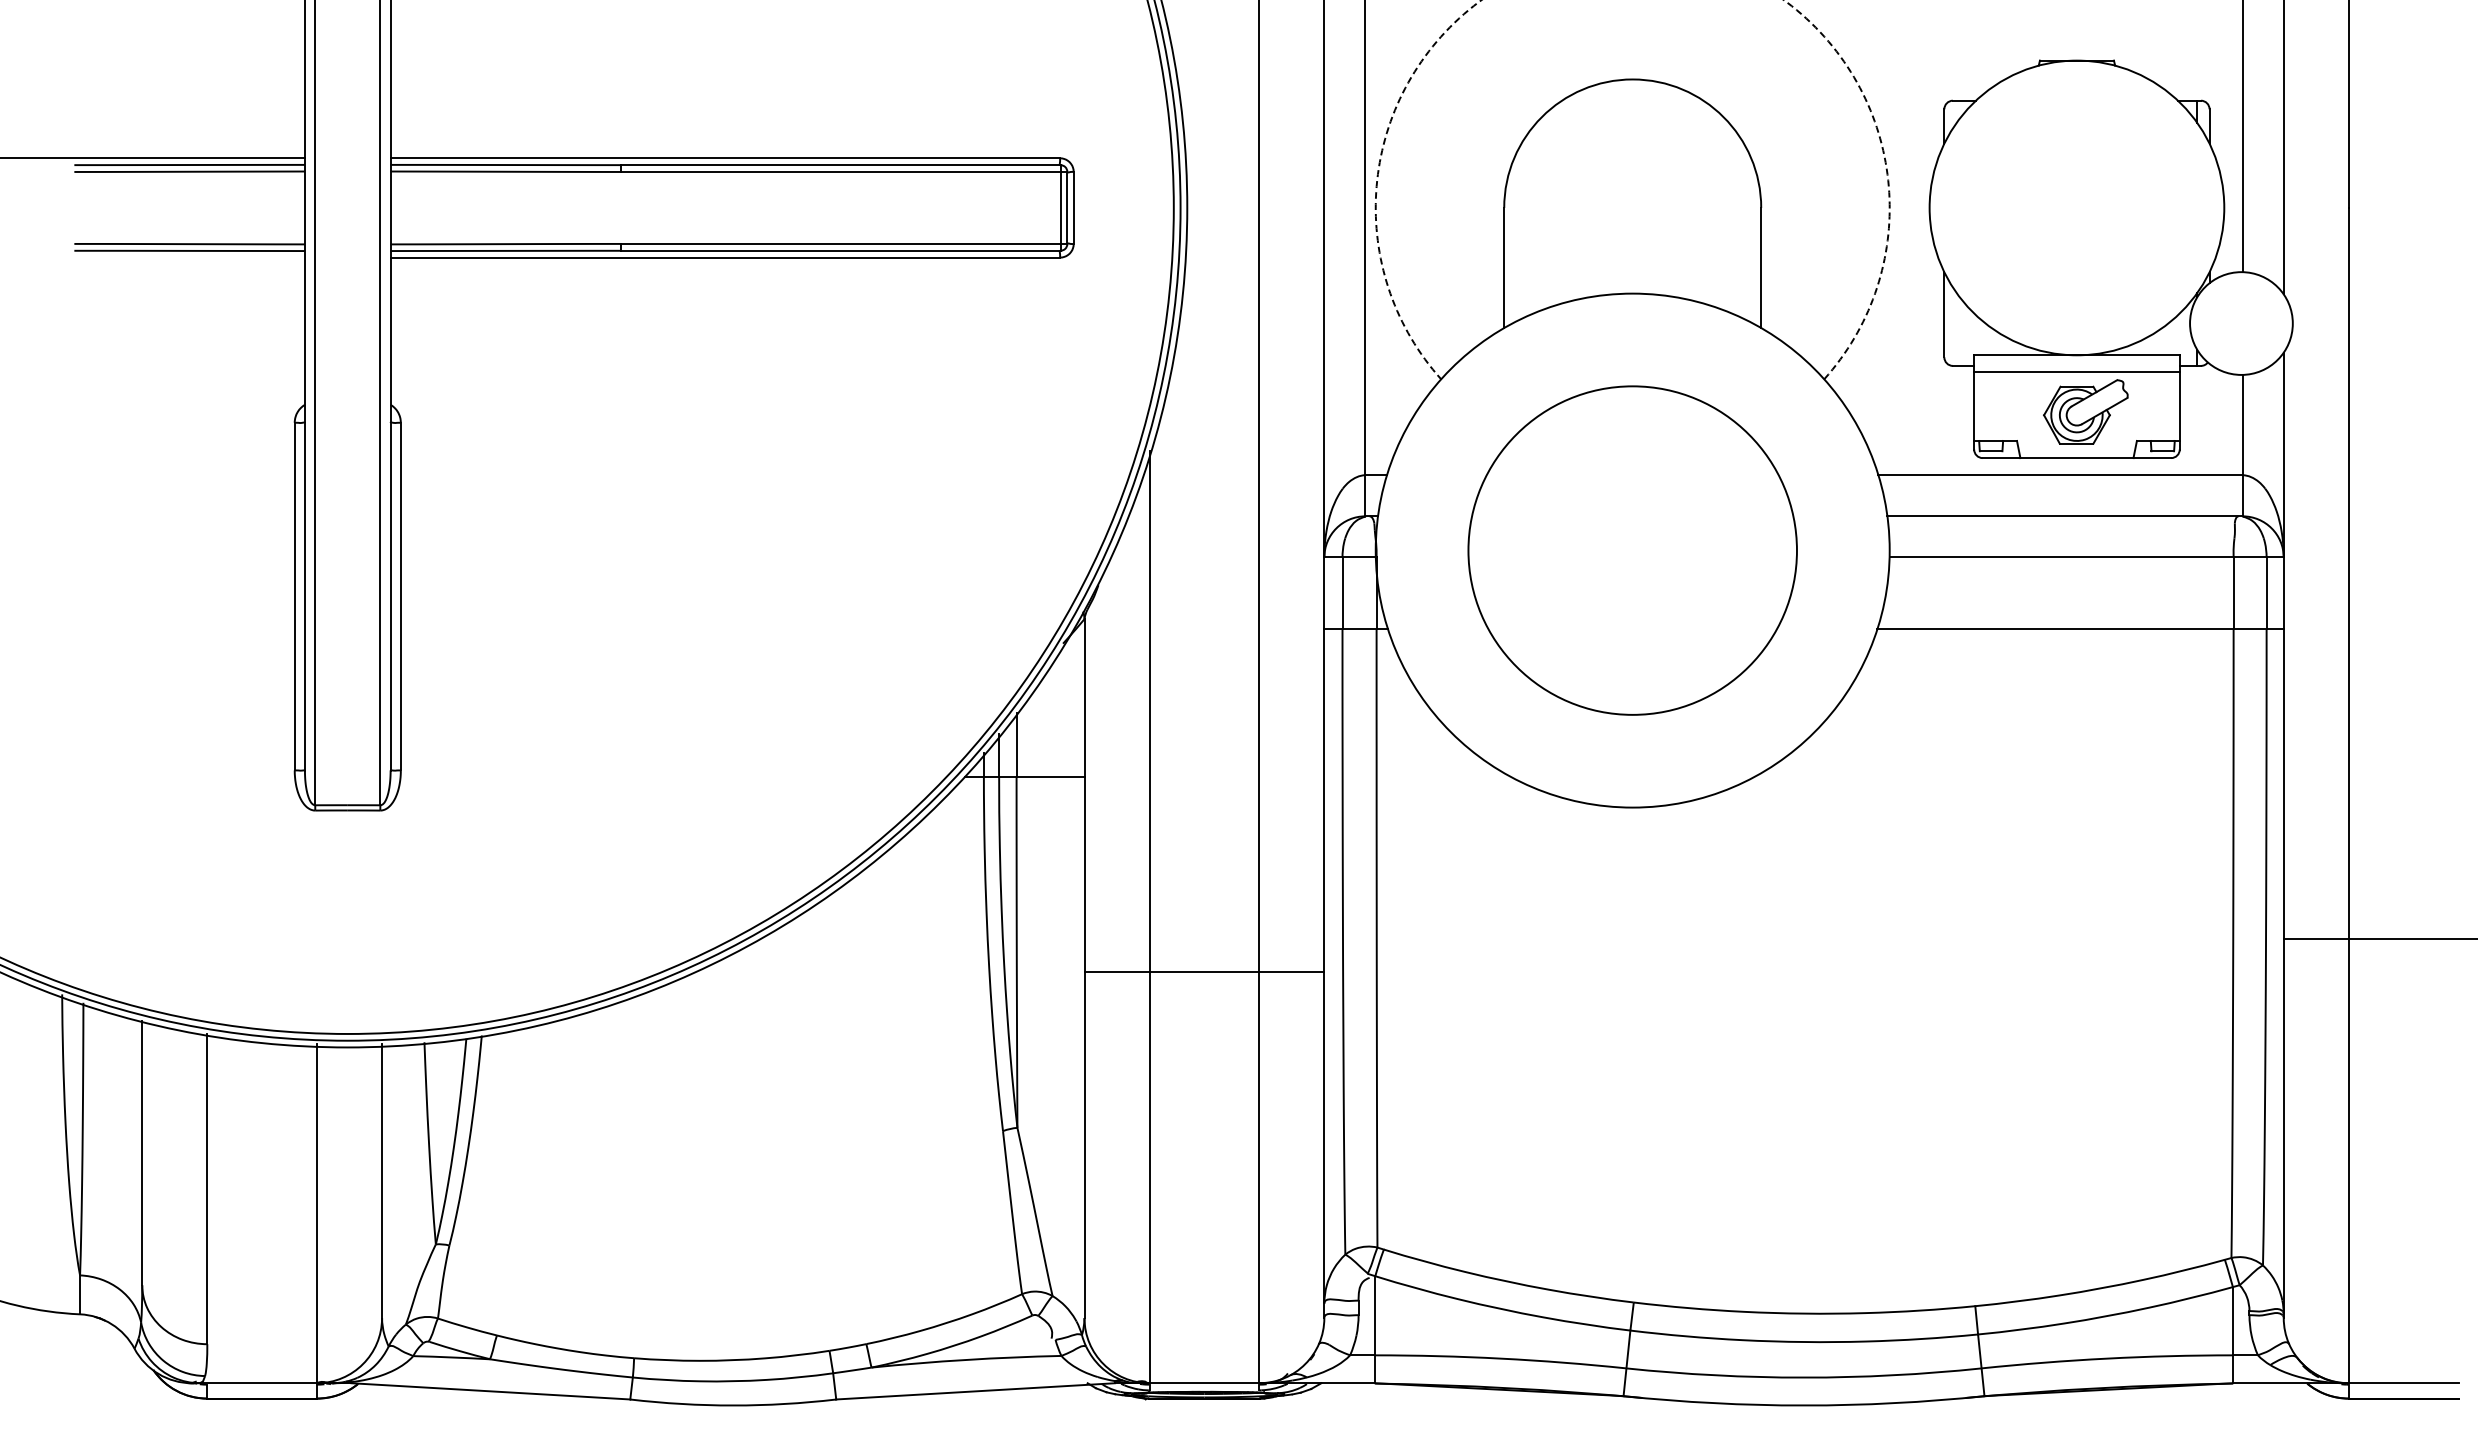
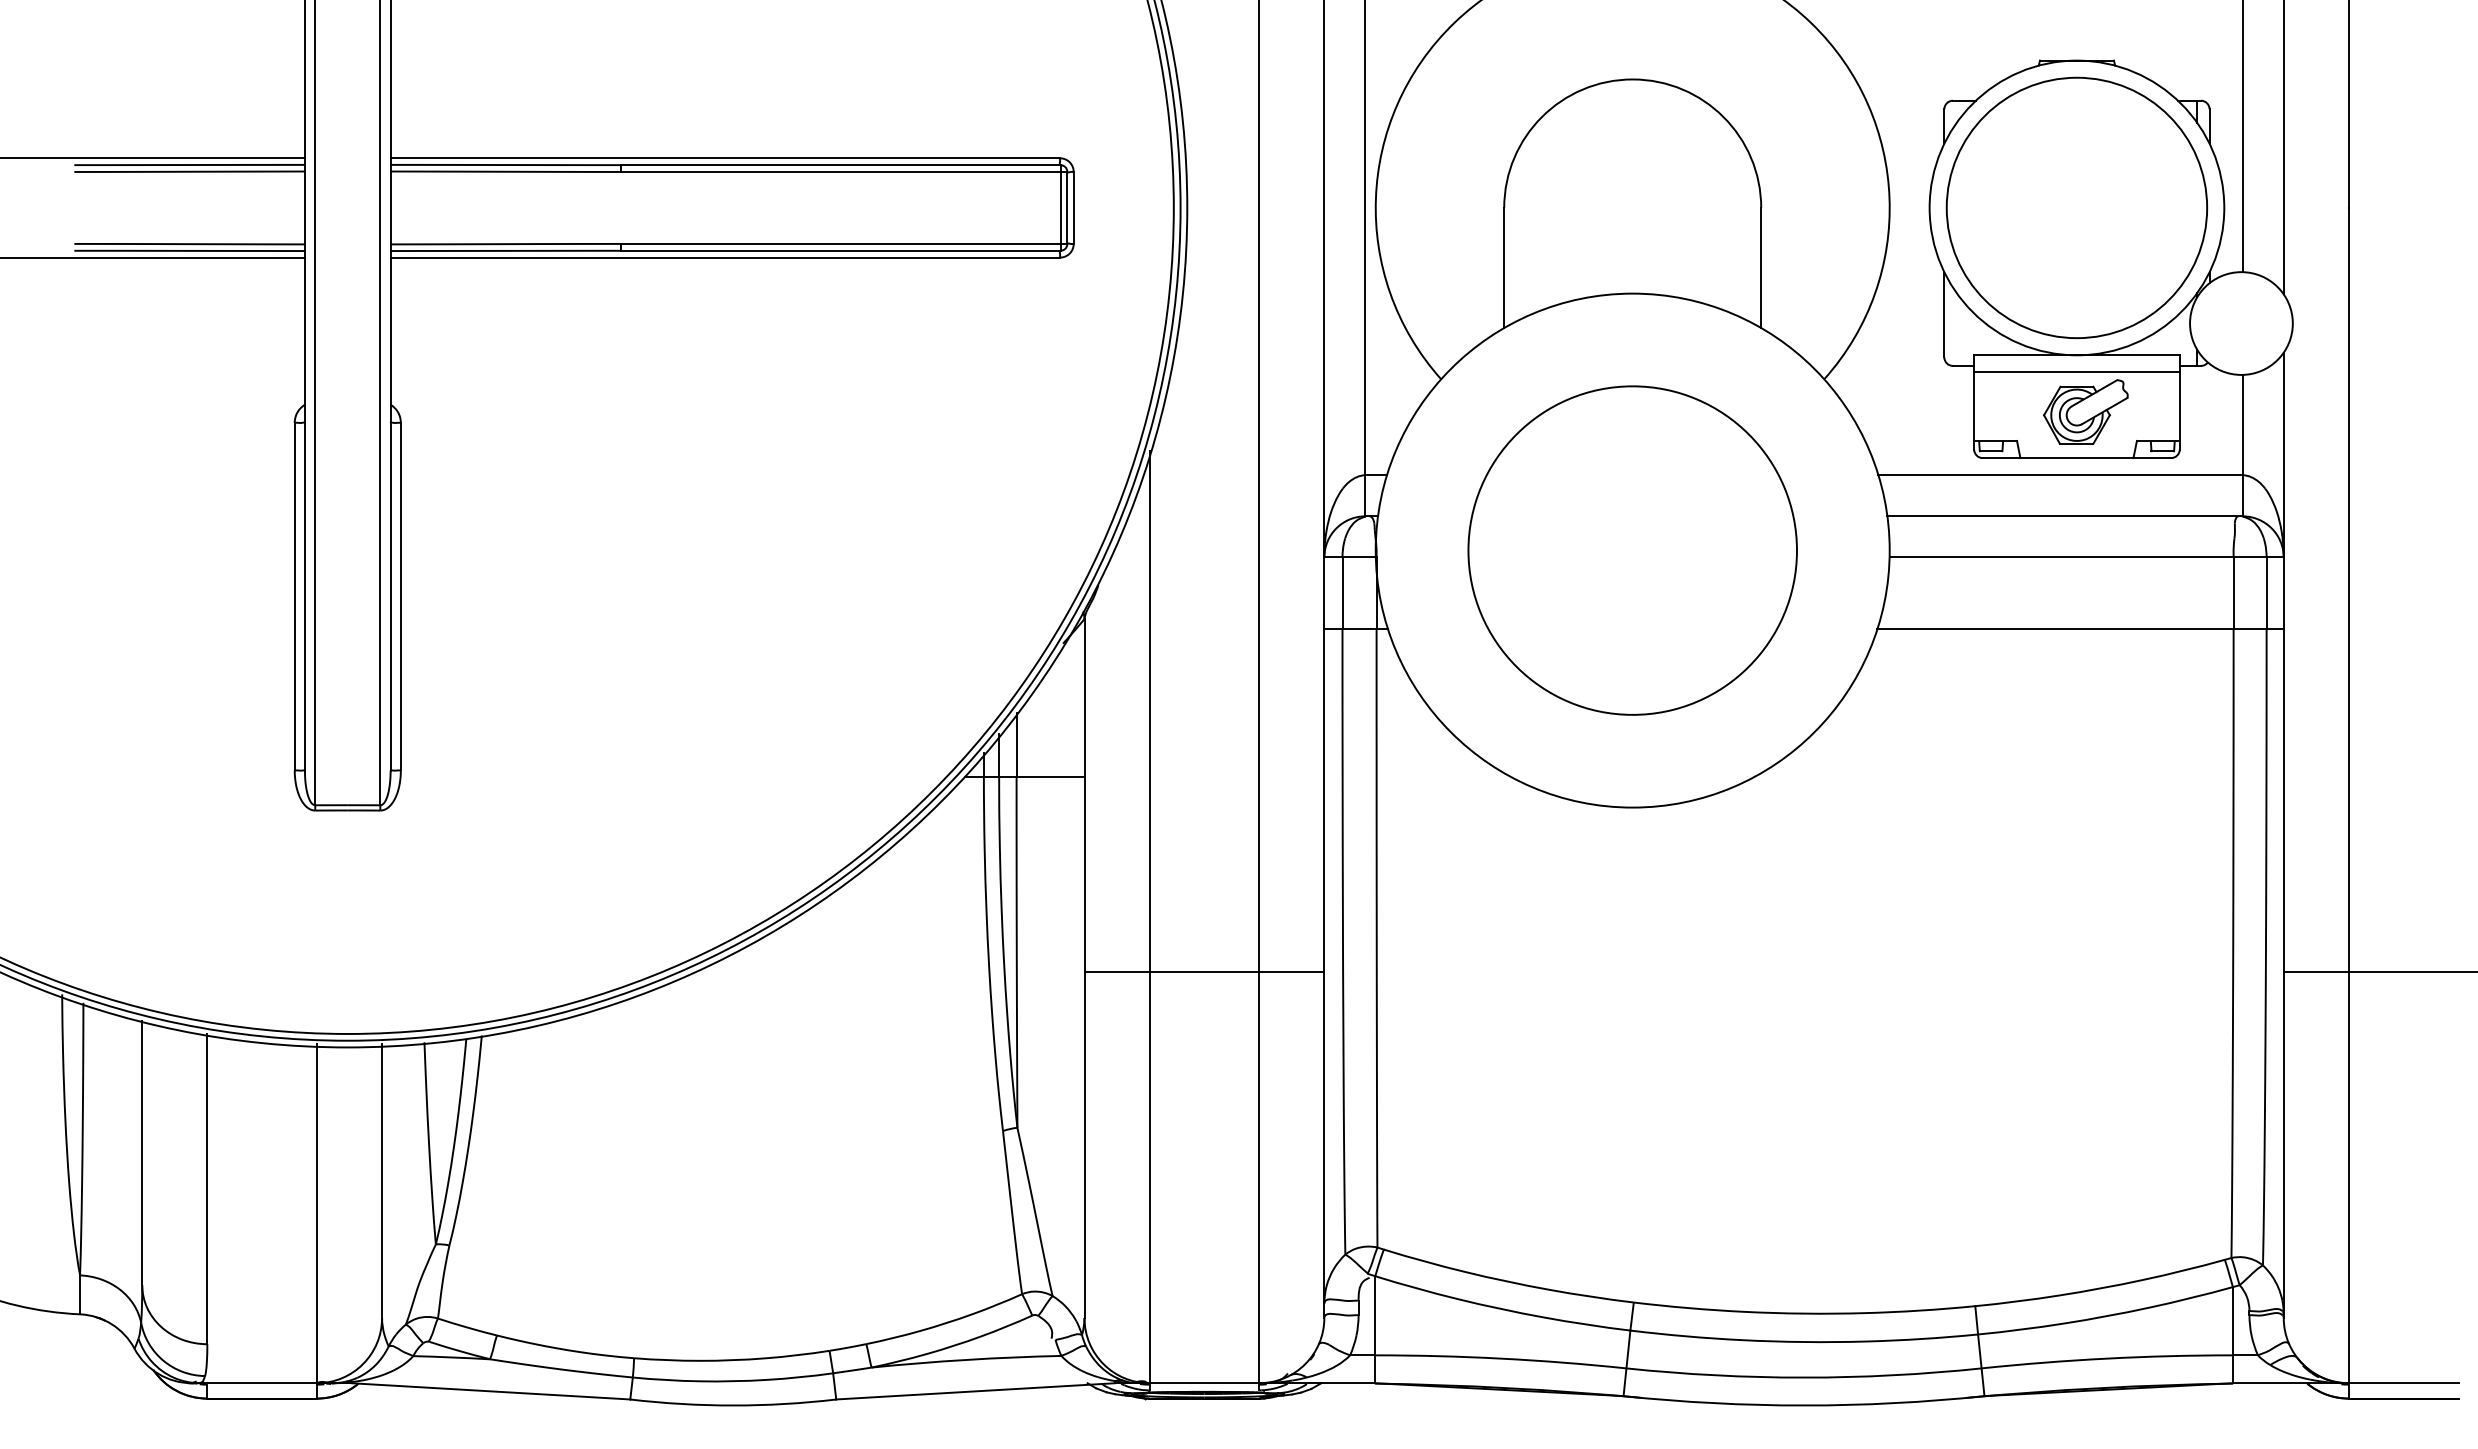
arc at (1481, 0): dashed -> solid
circle at (2076, 207): none -> present
line at (153, 257): none -> present
line at (2378, 939) position: (2378, 939) -> (2378, 972)
